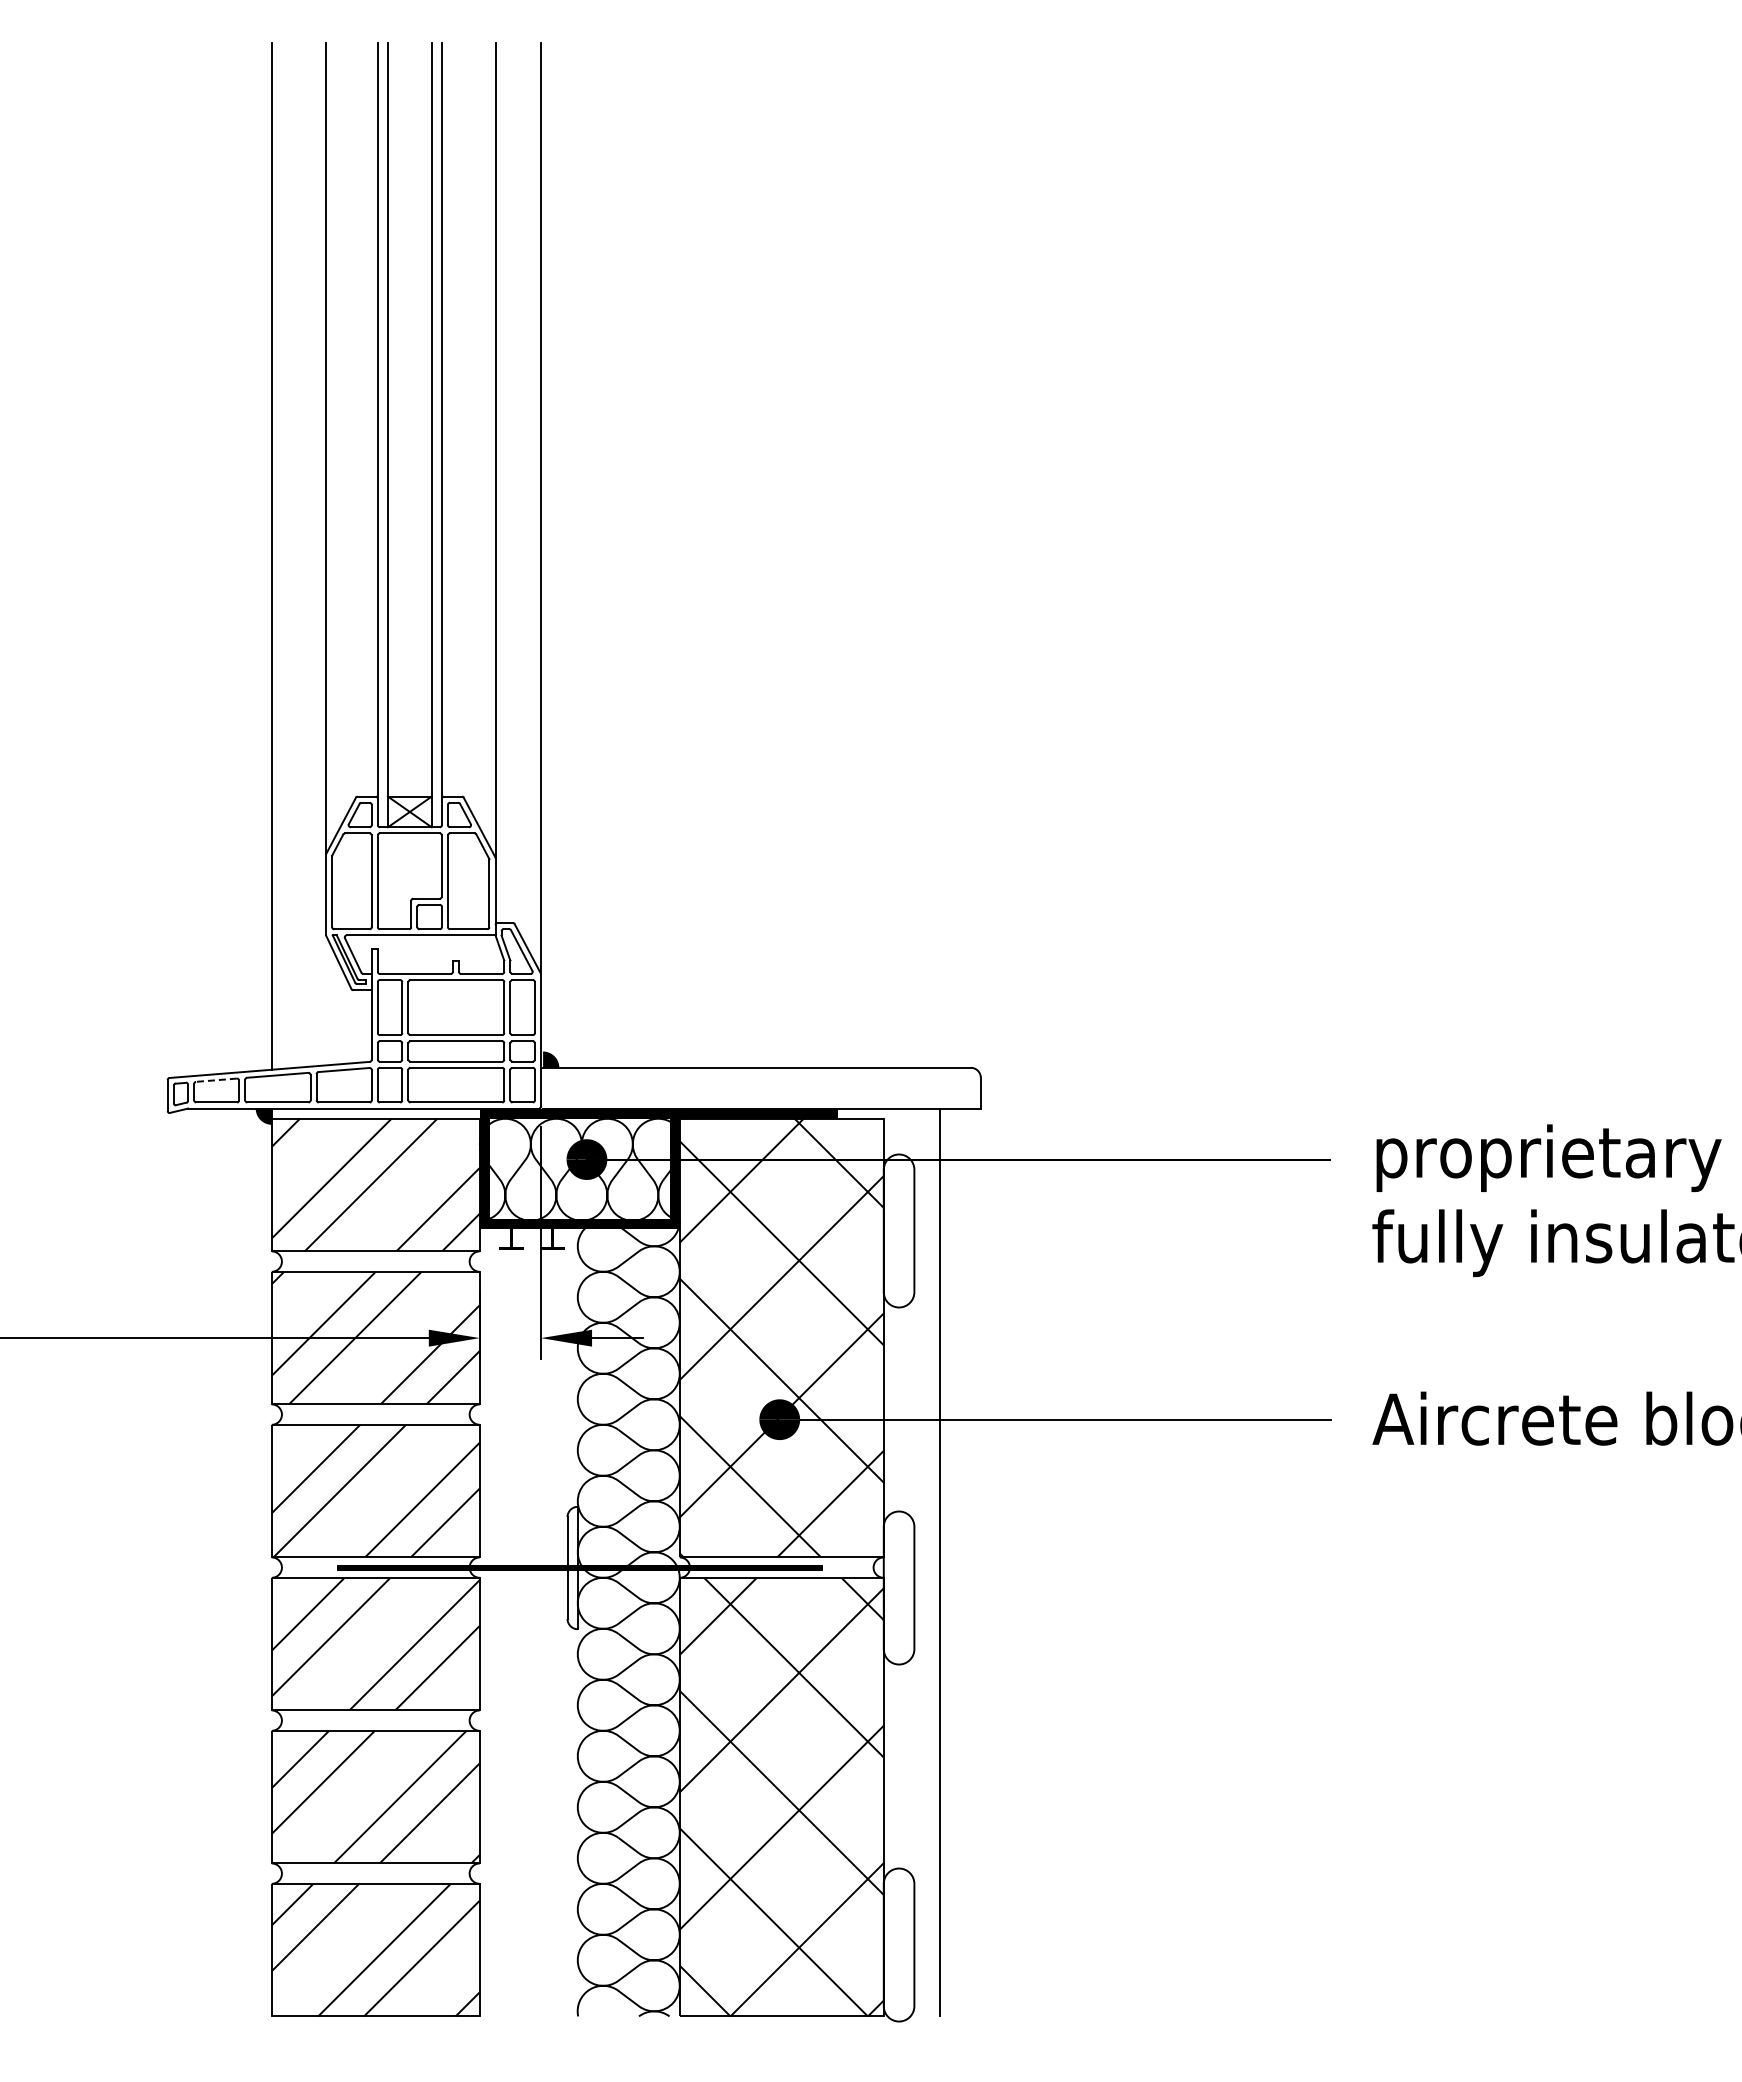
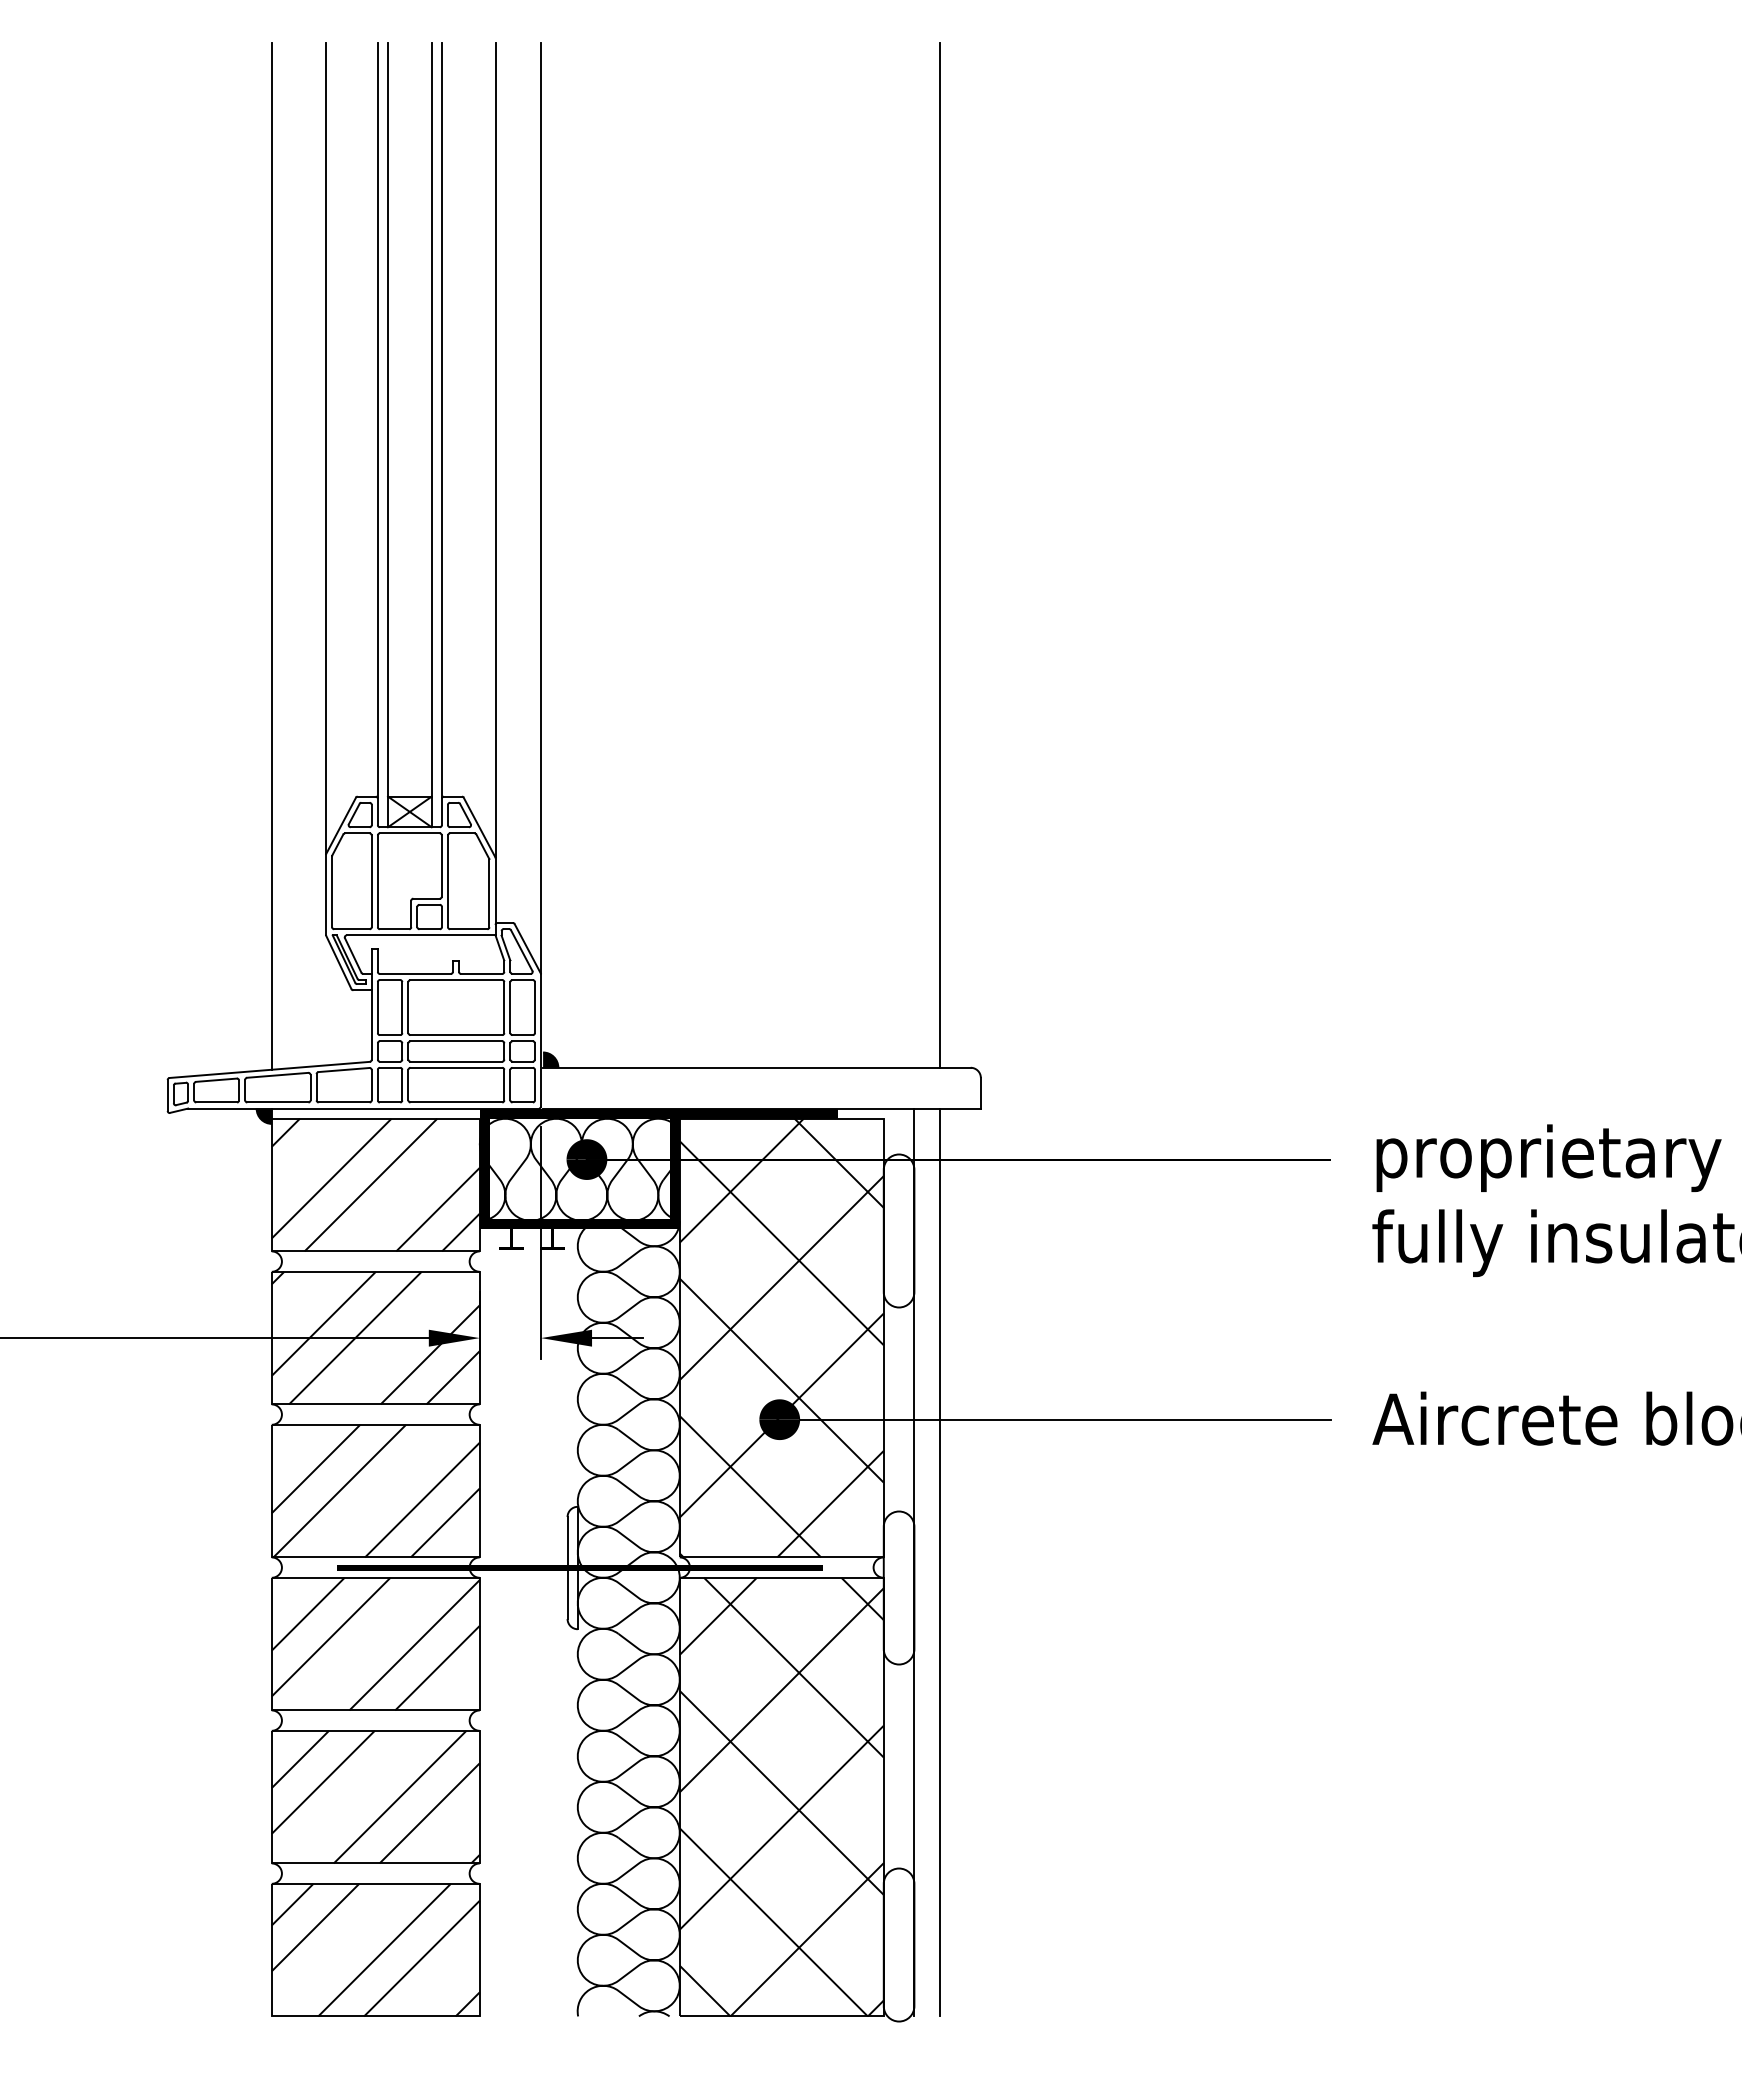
line at (939, 555): none -> present
line at (215, 1080): dashed -> solid
line at (914, 1562): none -> present
